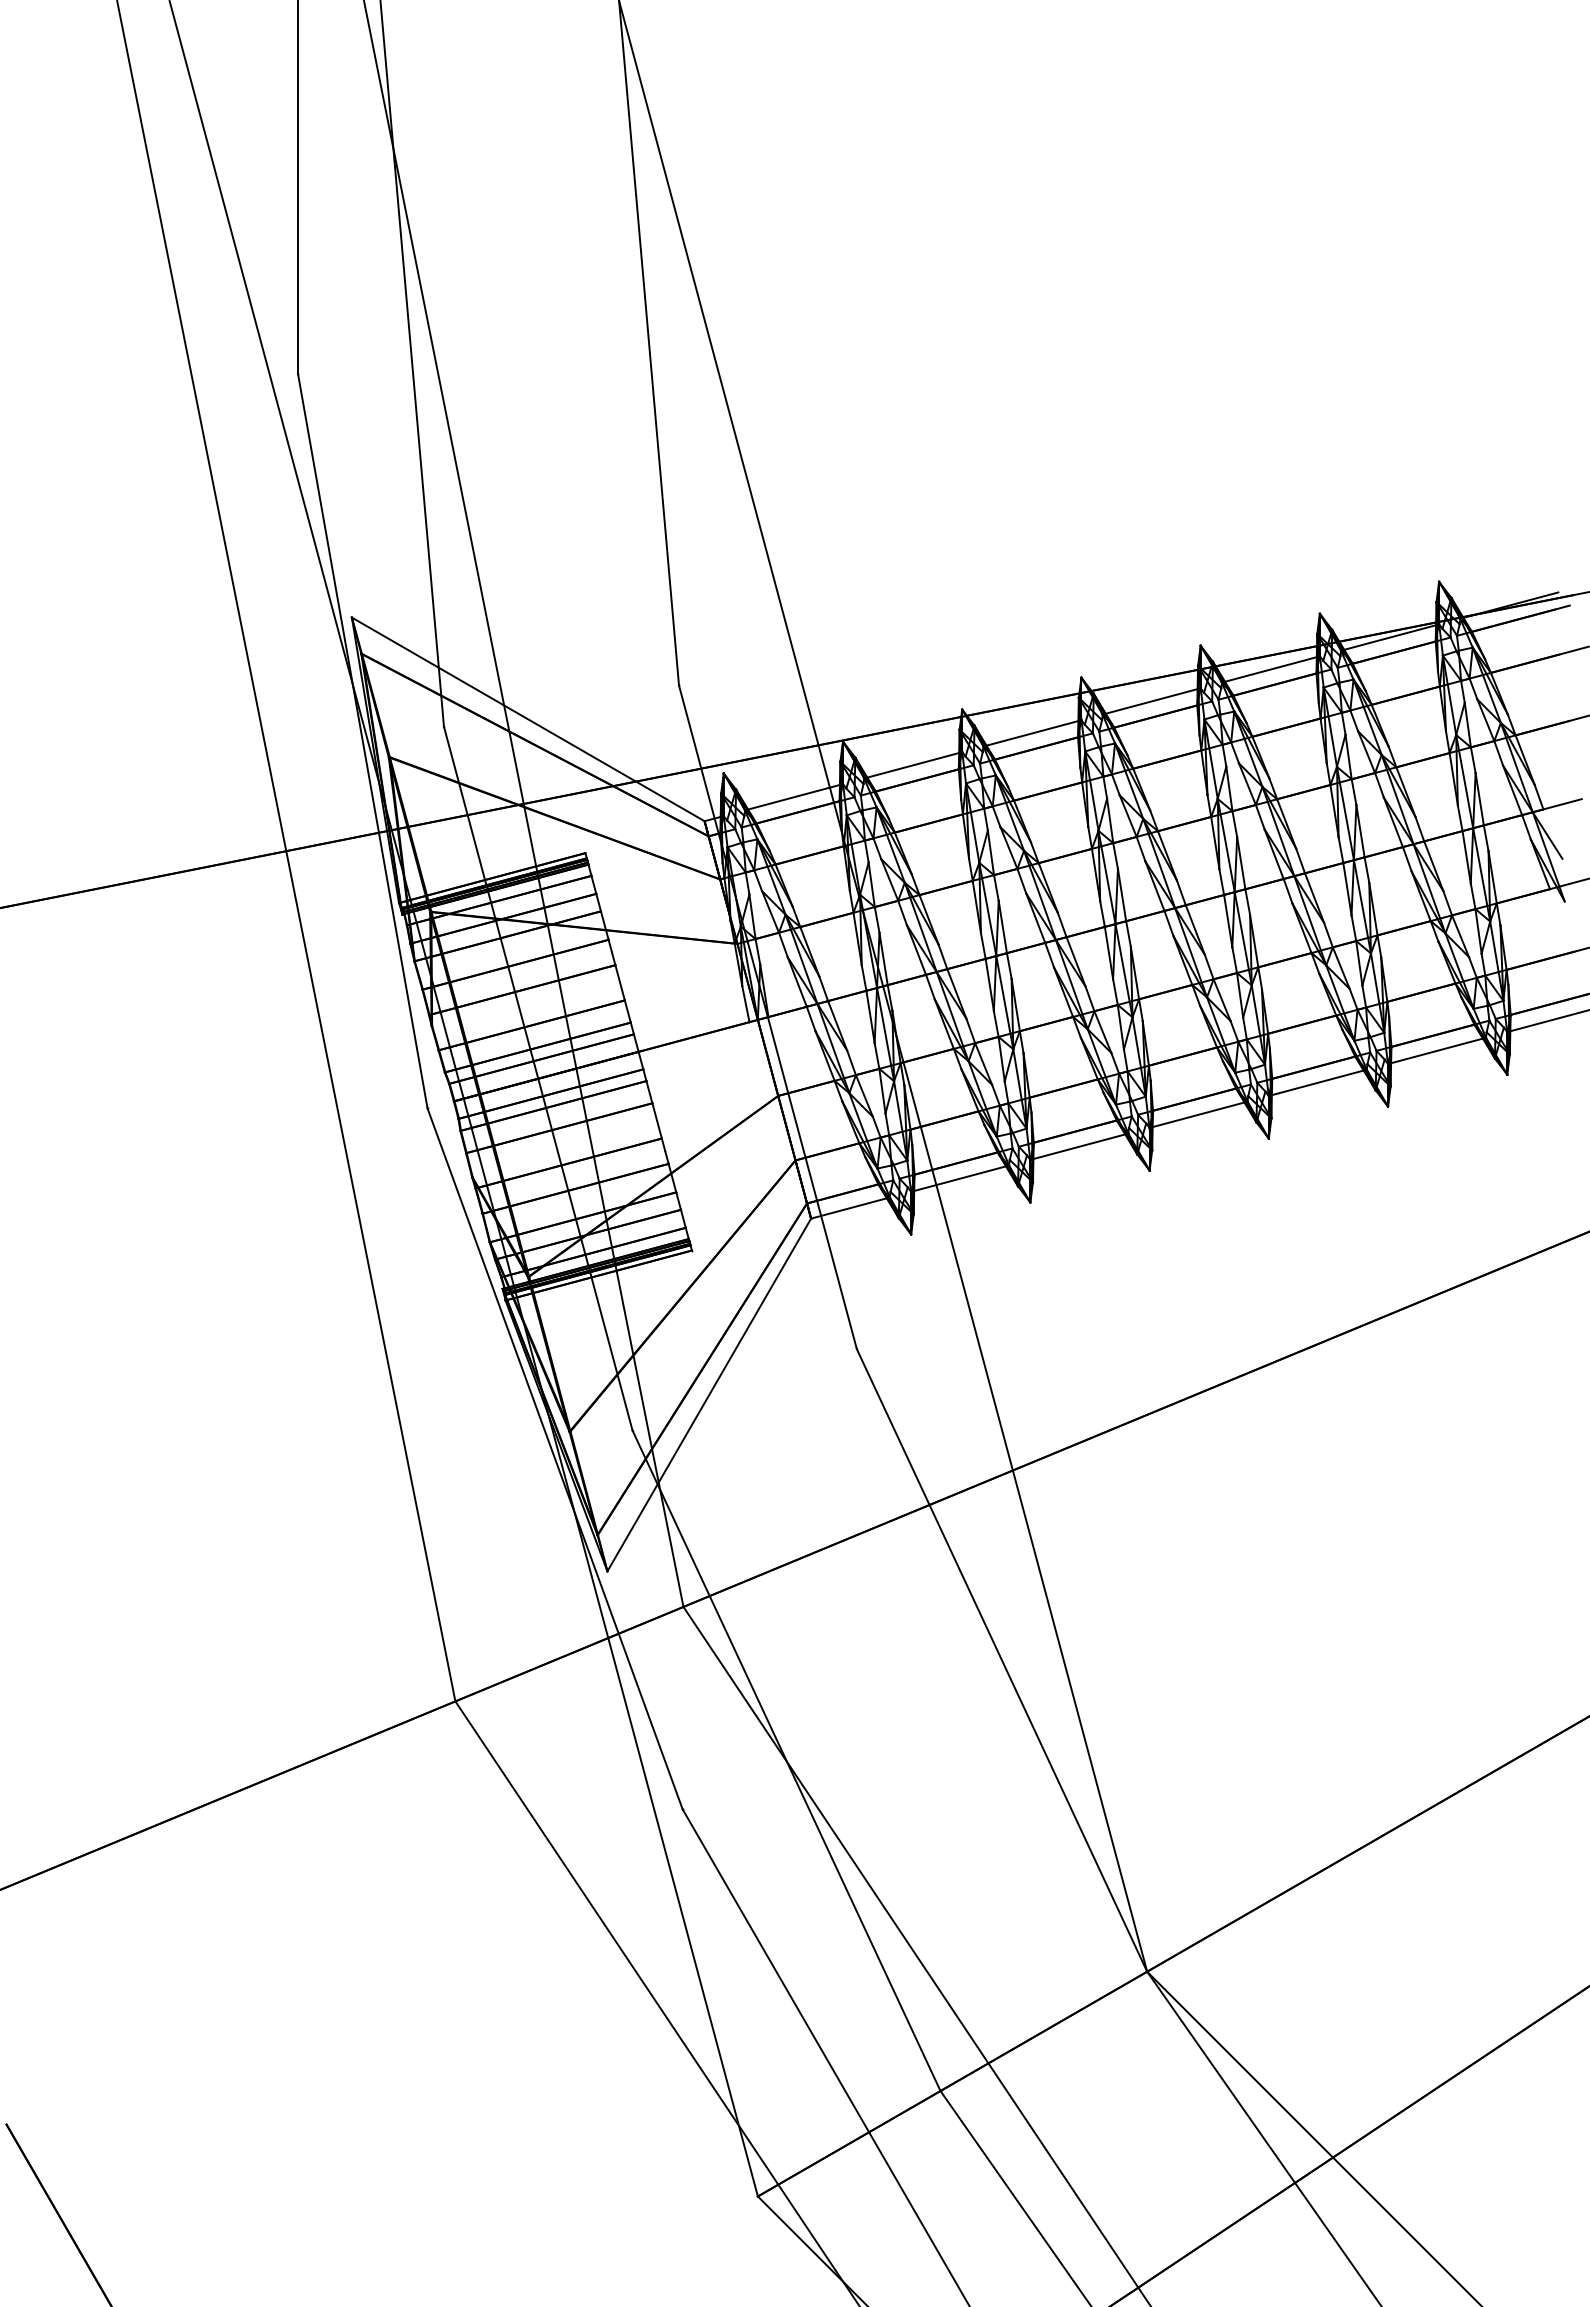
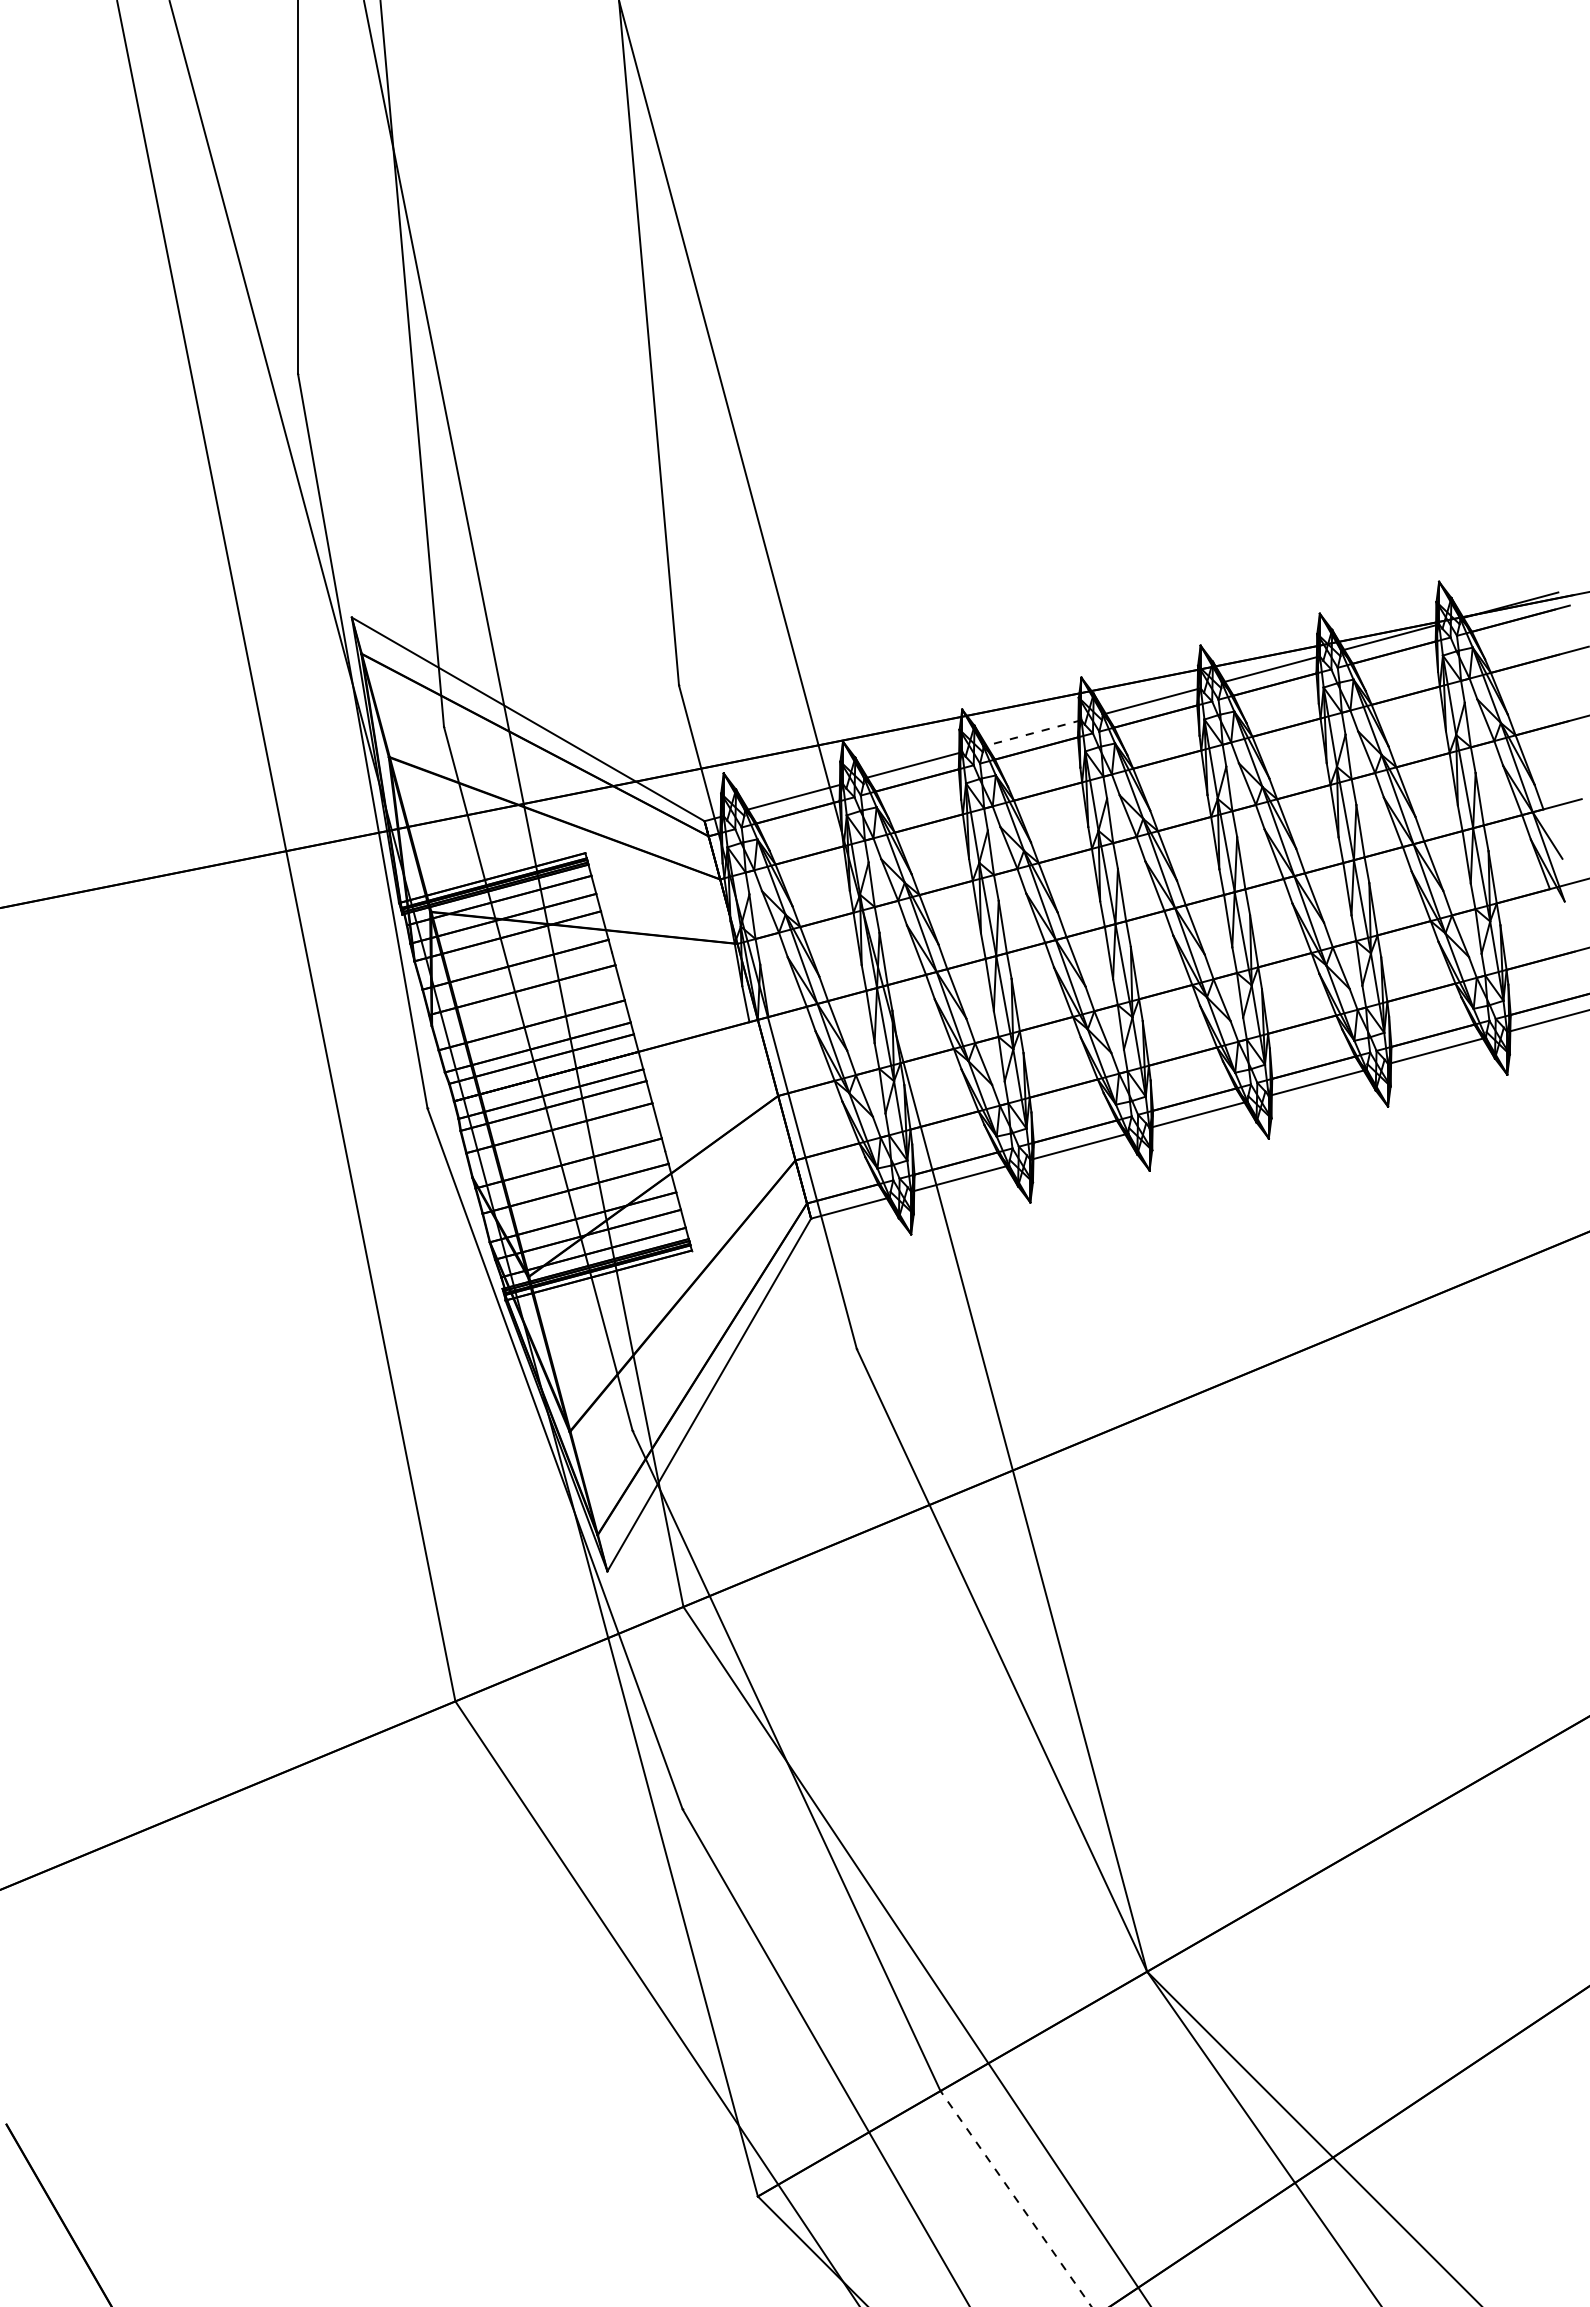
line at (1032, 733): solid -> dashed
line at (1015, 2198): solid -> dashed
